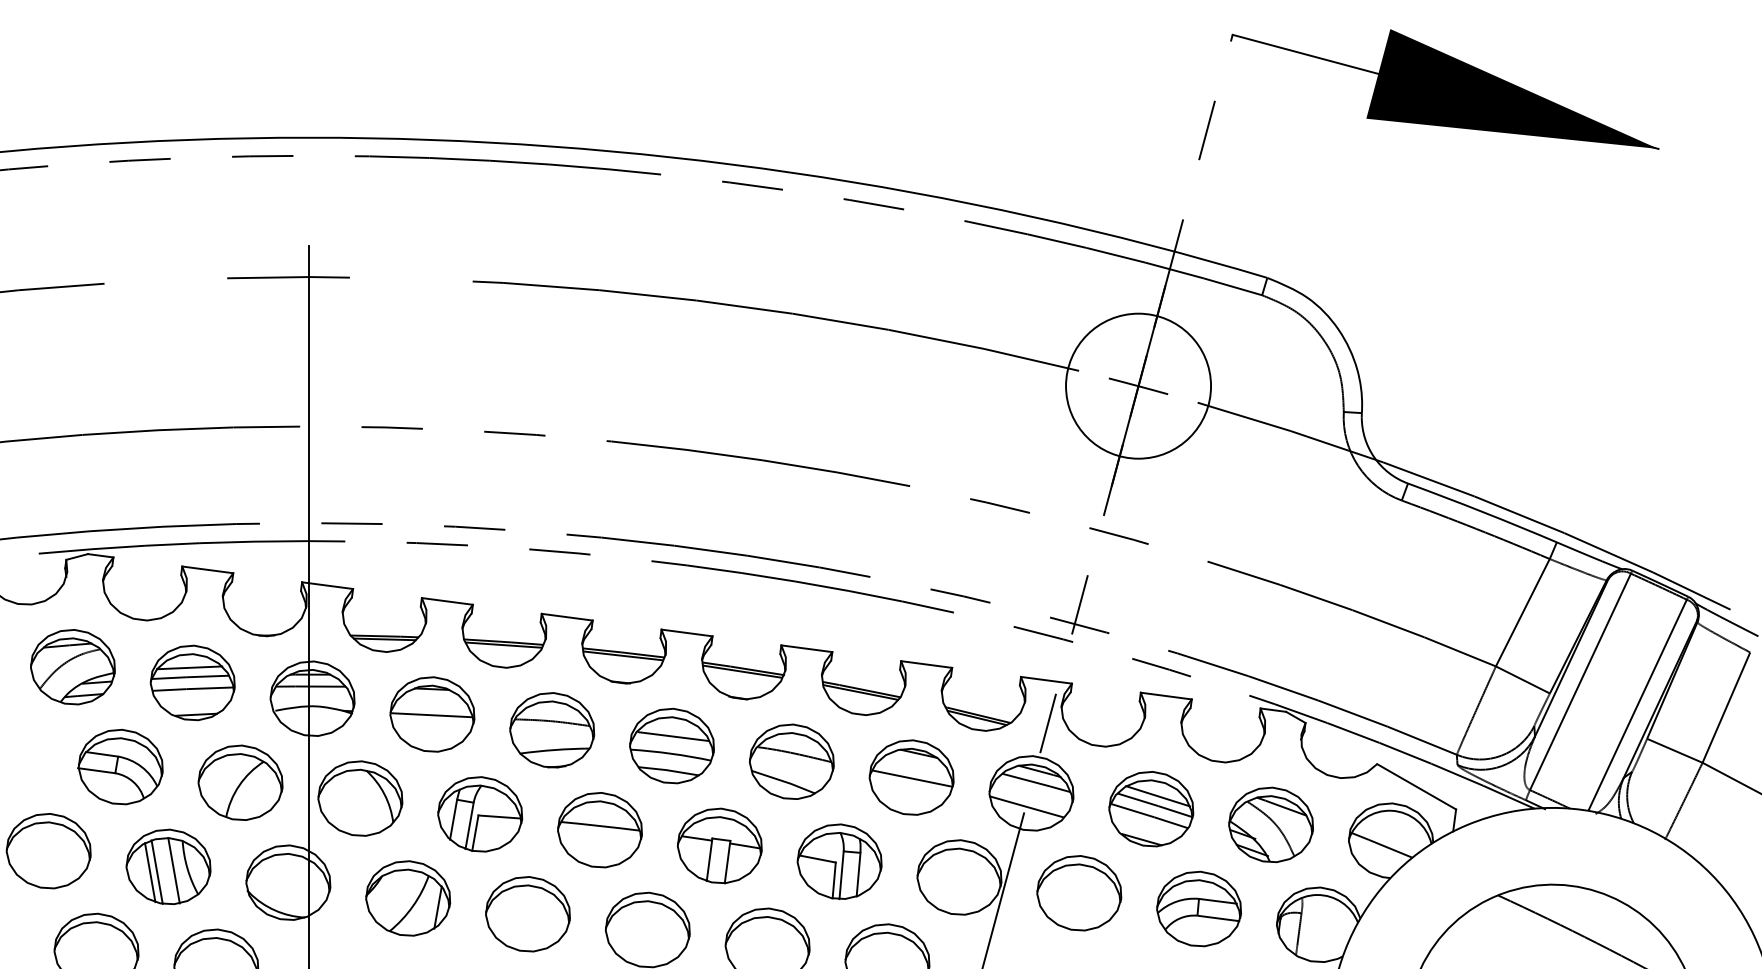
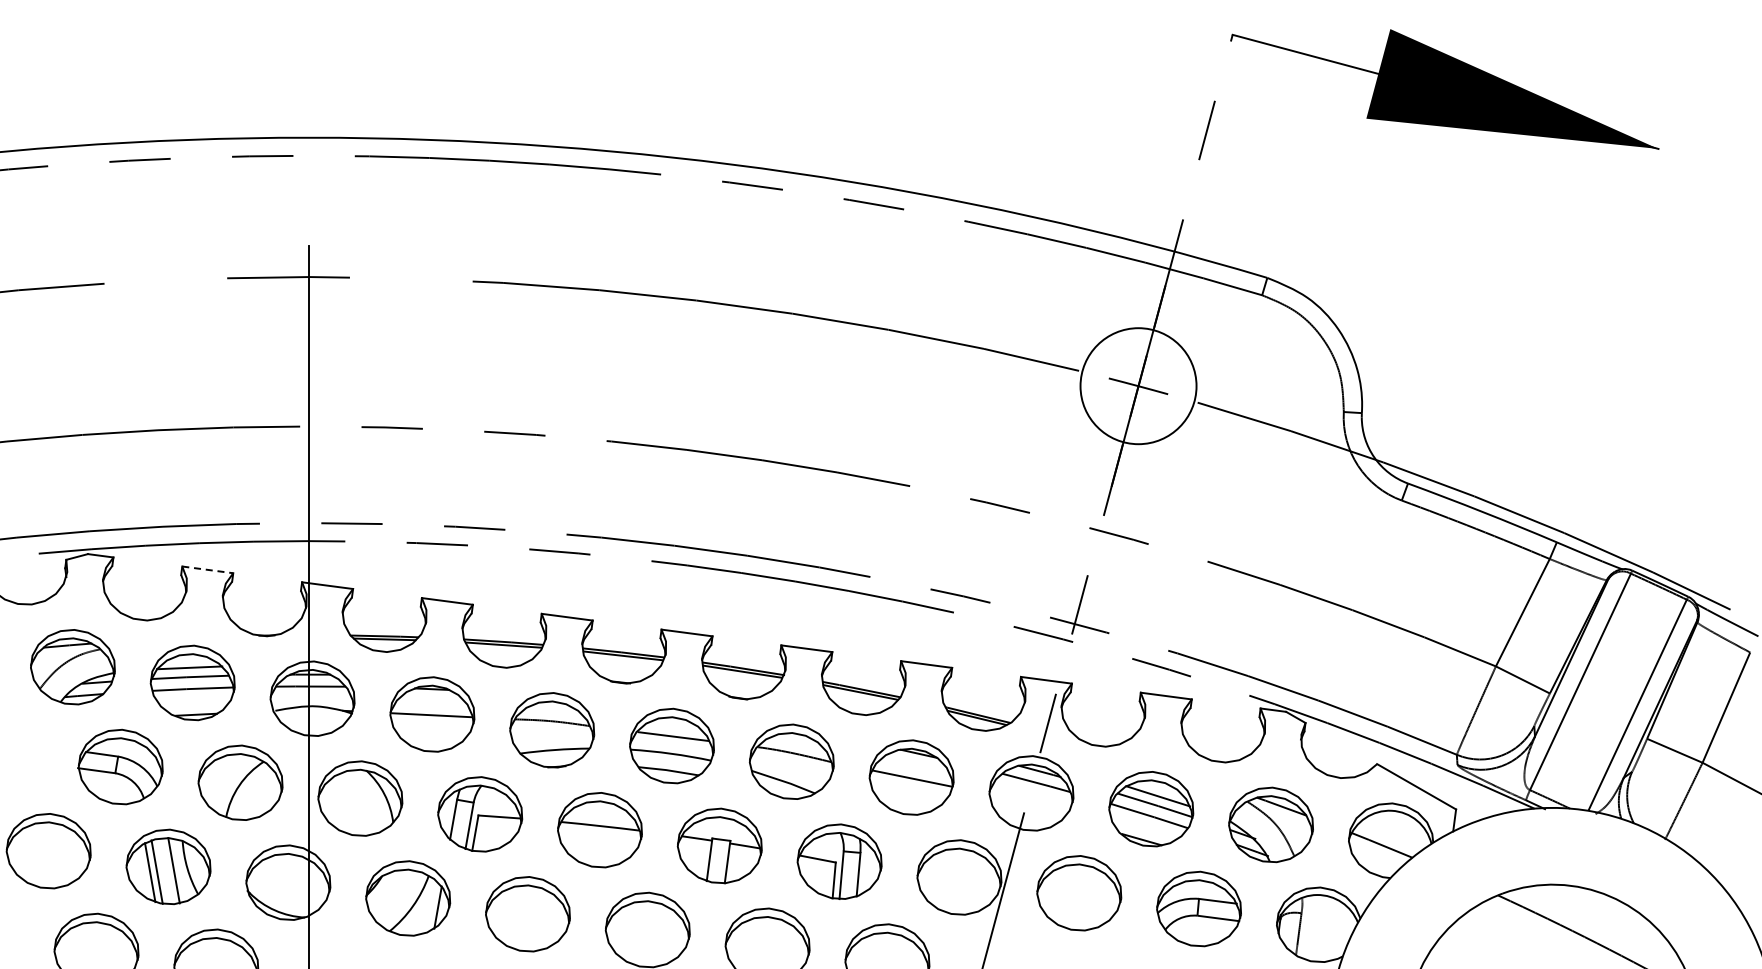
circle at (1138, 385) diameter: 145 px -> 116 px
line at (207, 569): solid -> dashed
line at (1026, 806): present -> none
